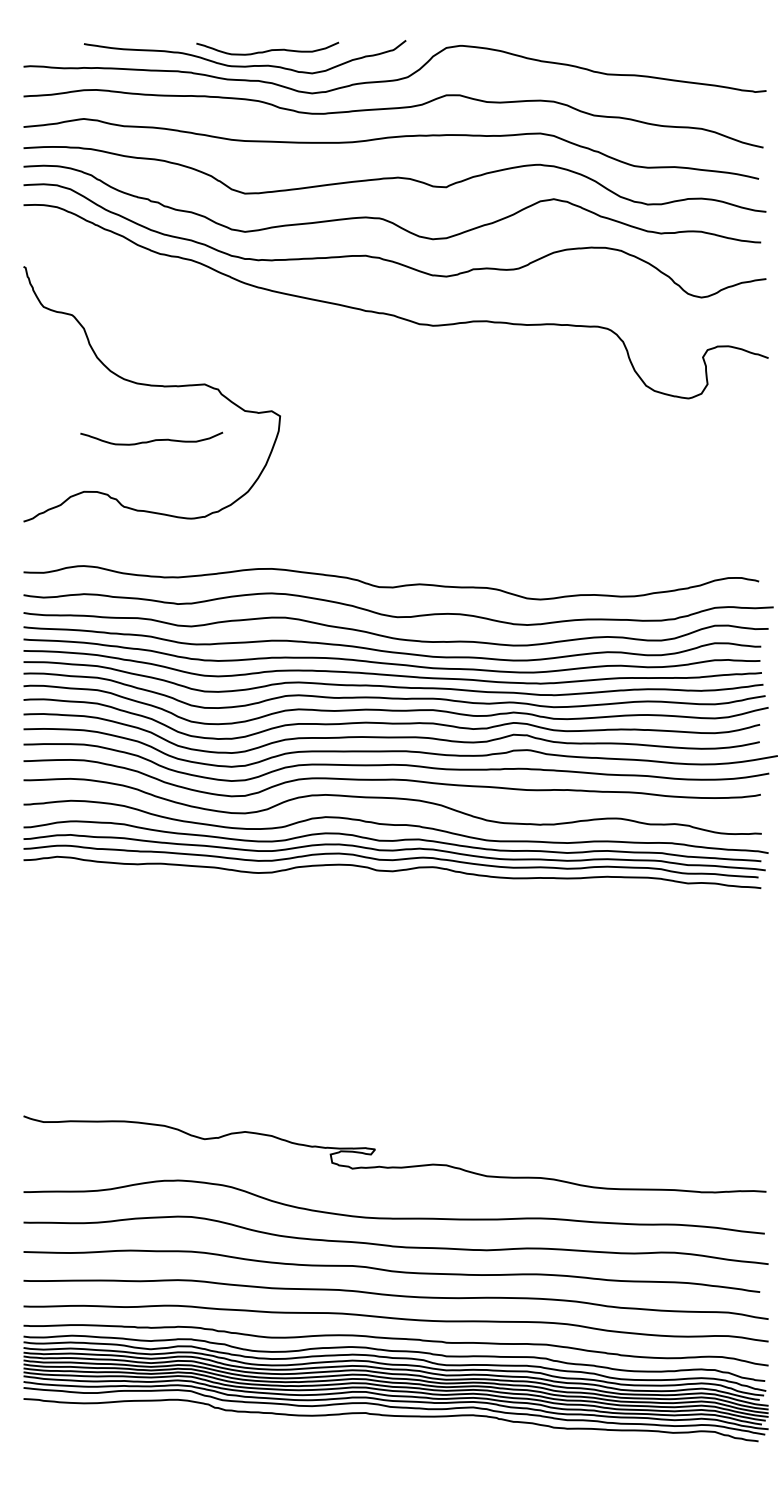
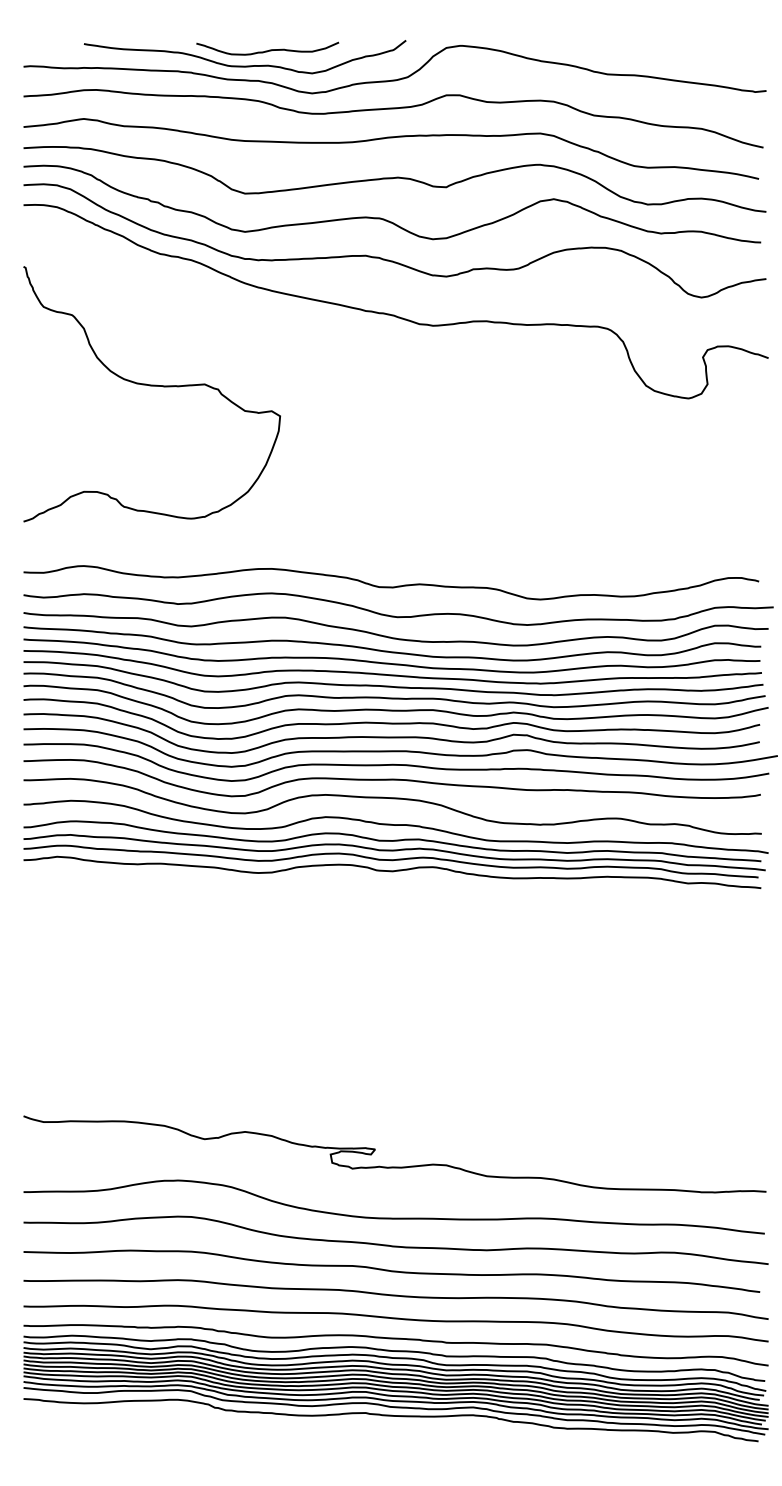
curve at (151, 440): present -> none
